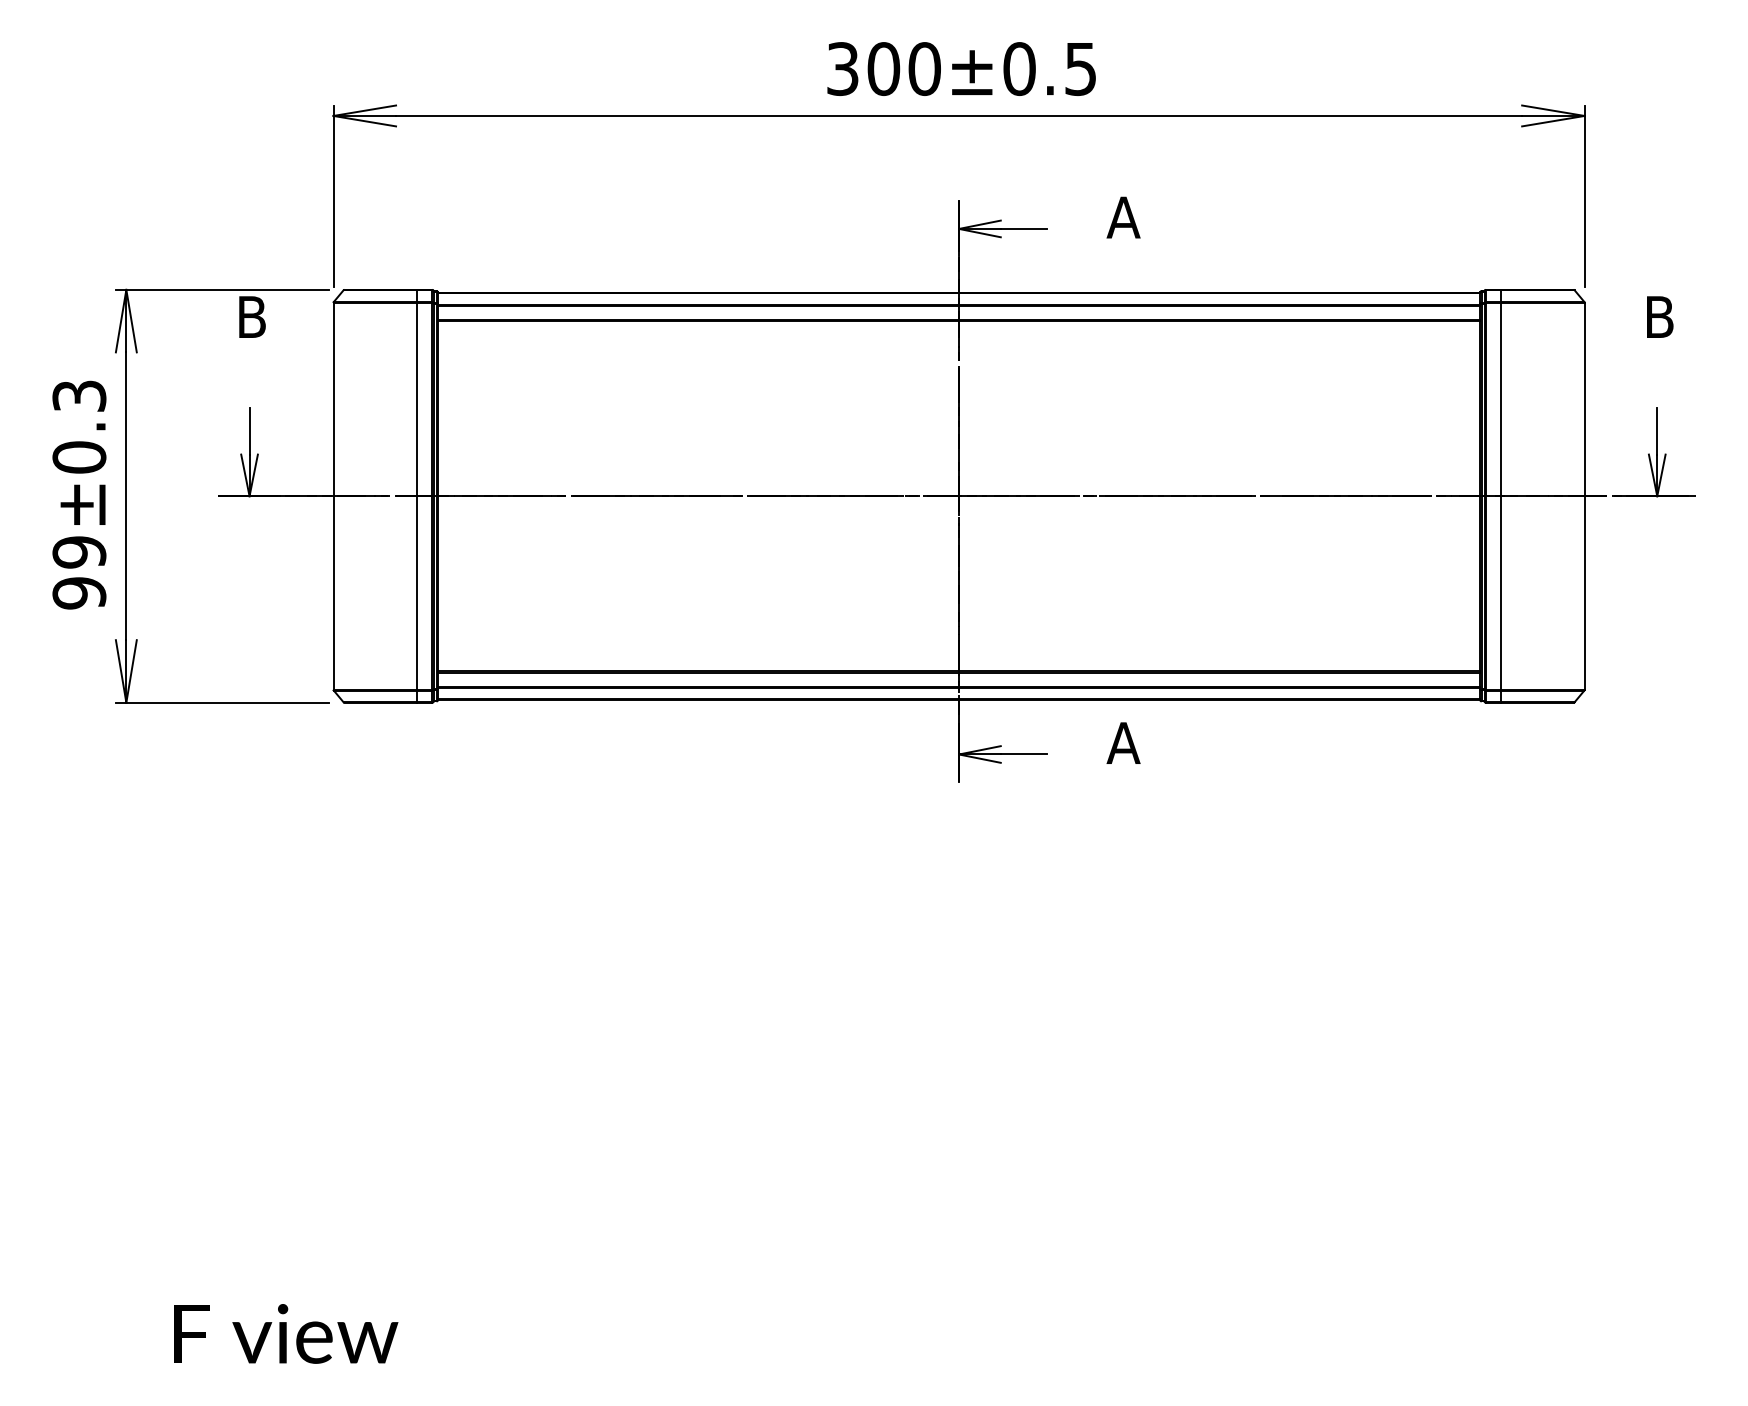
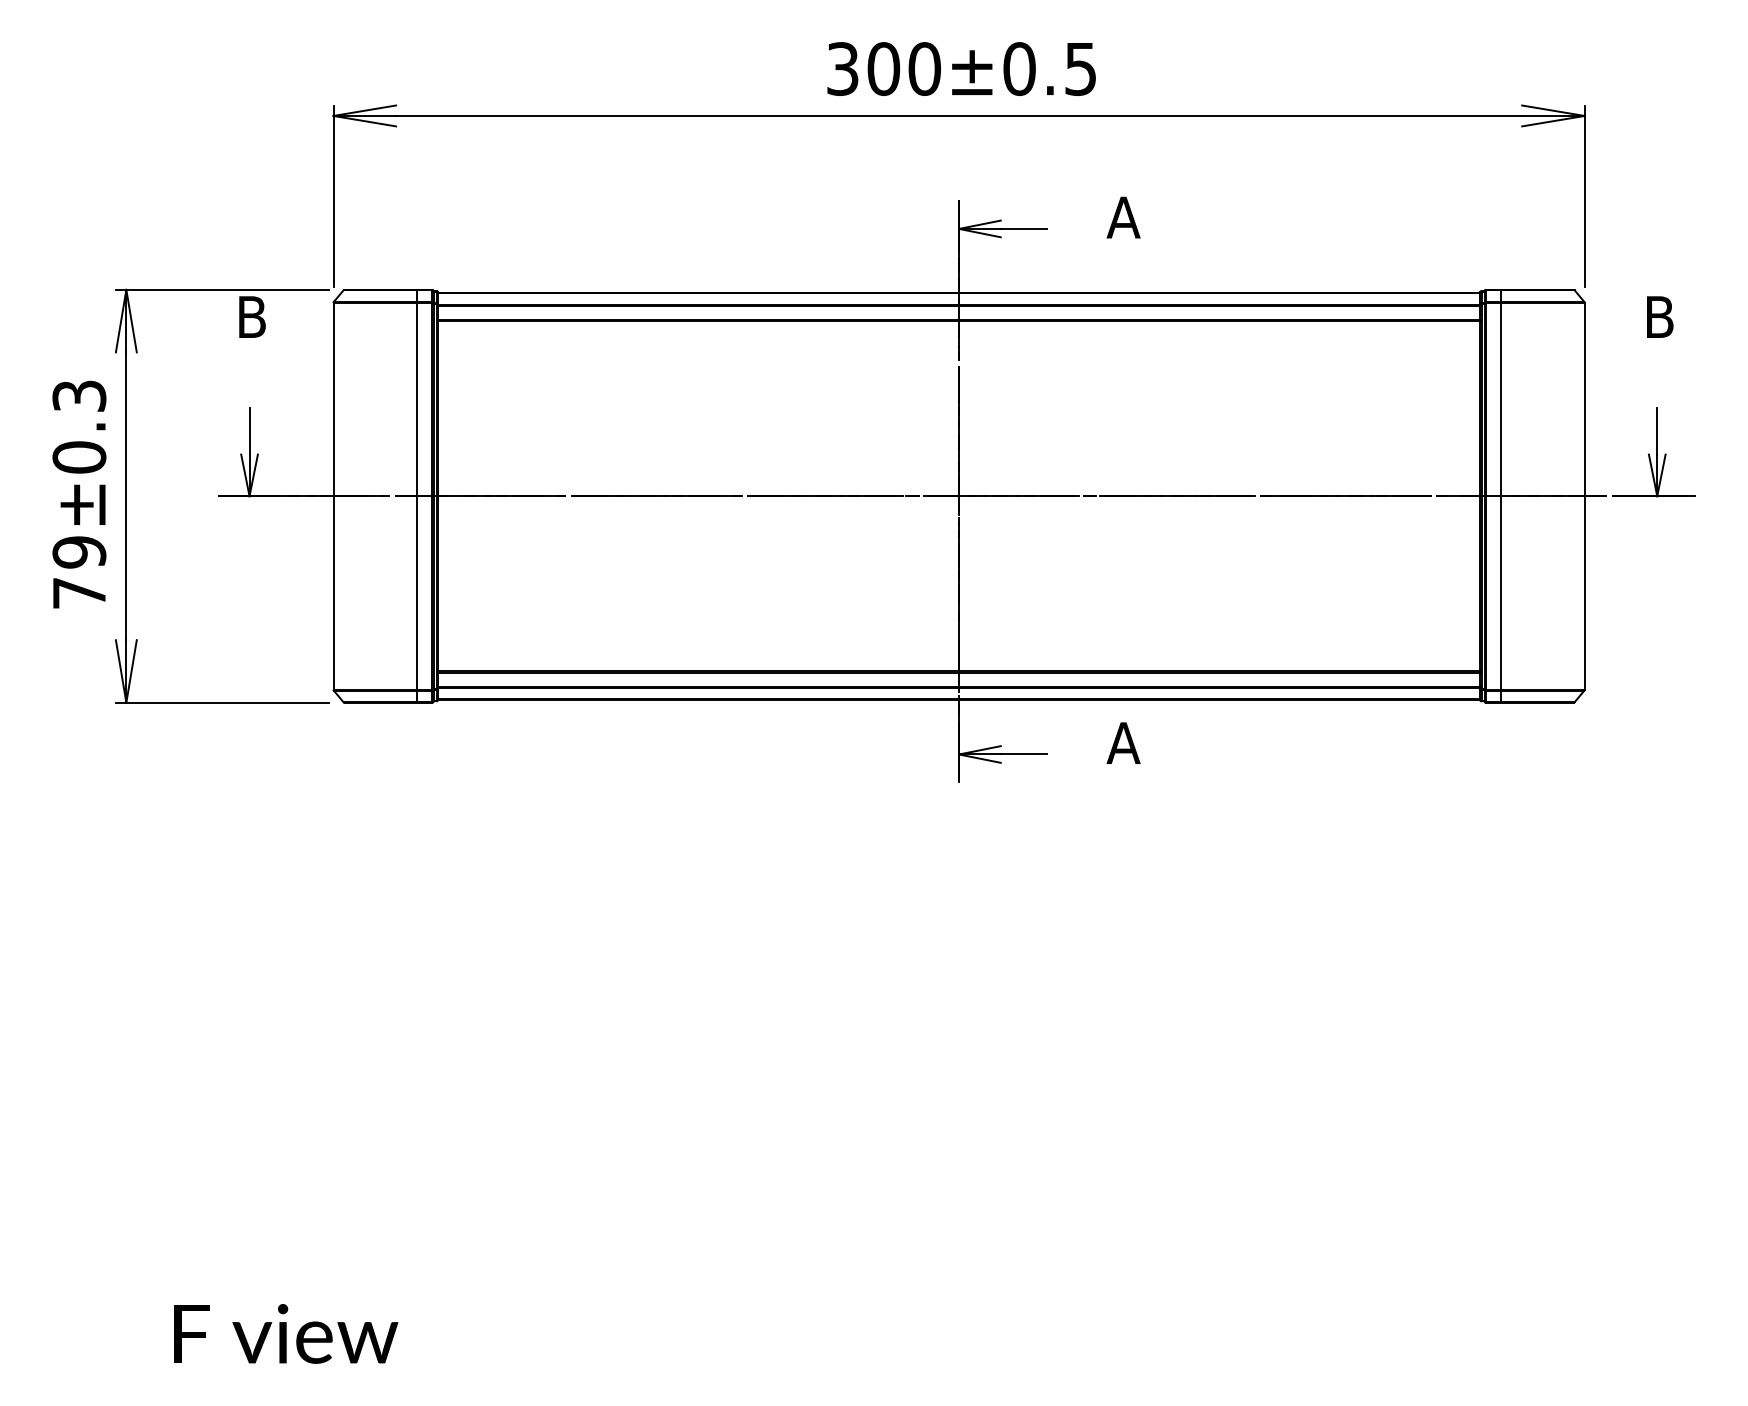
text at (79, 593): 99±0.3 -> 79±0.3
